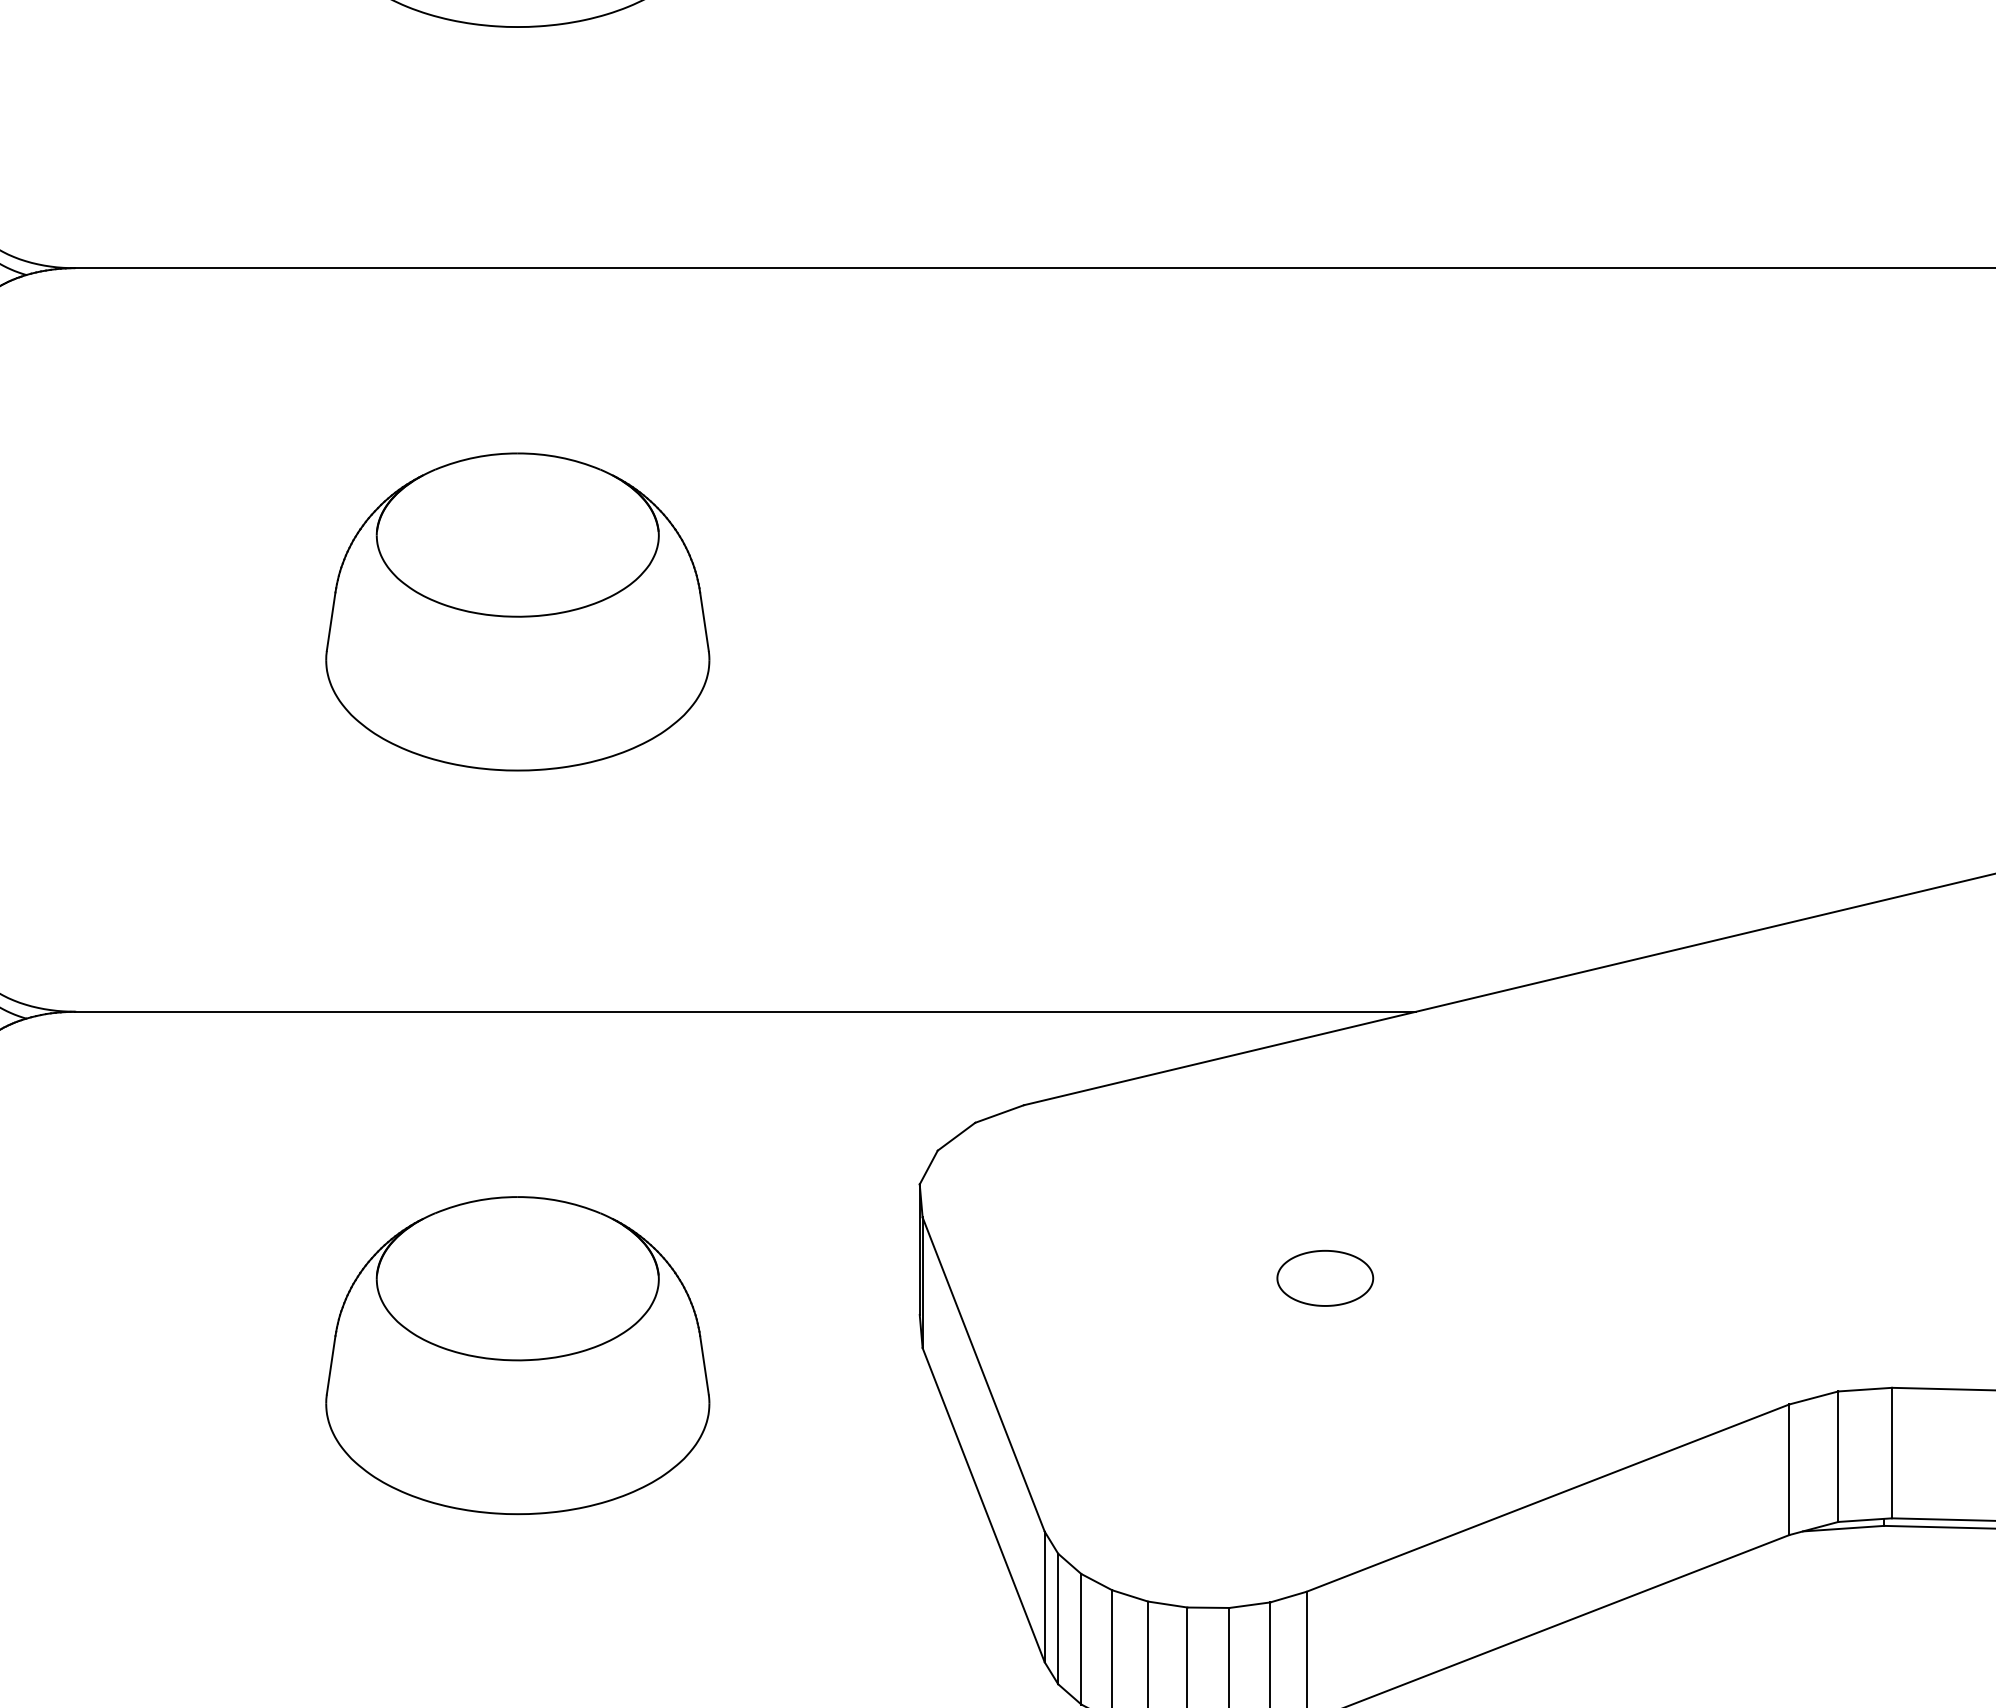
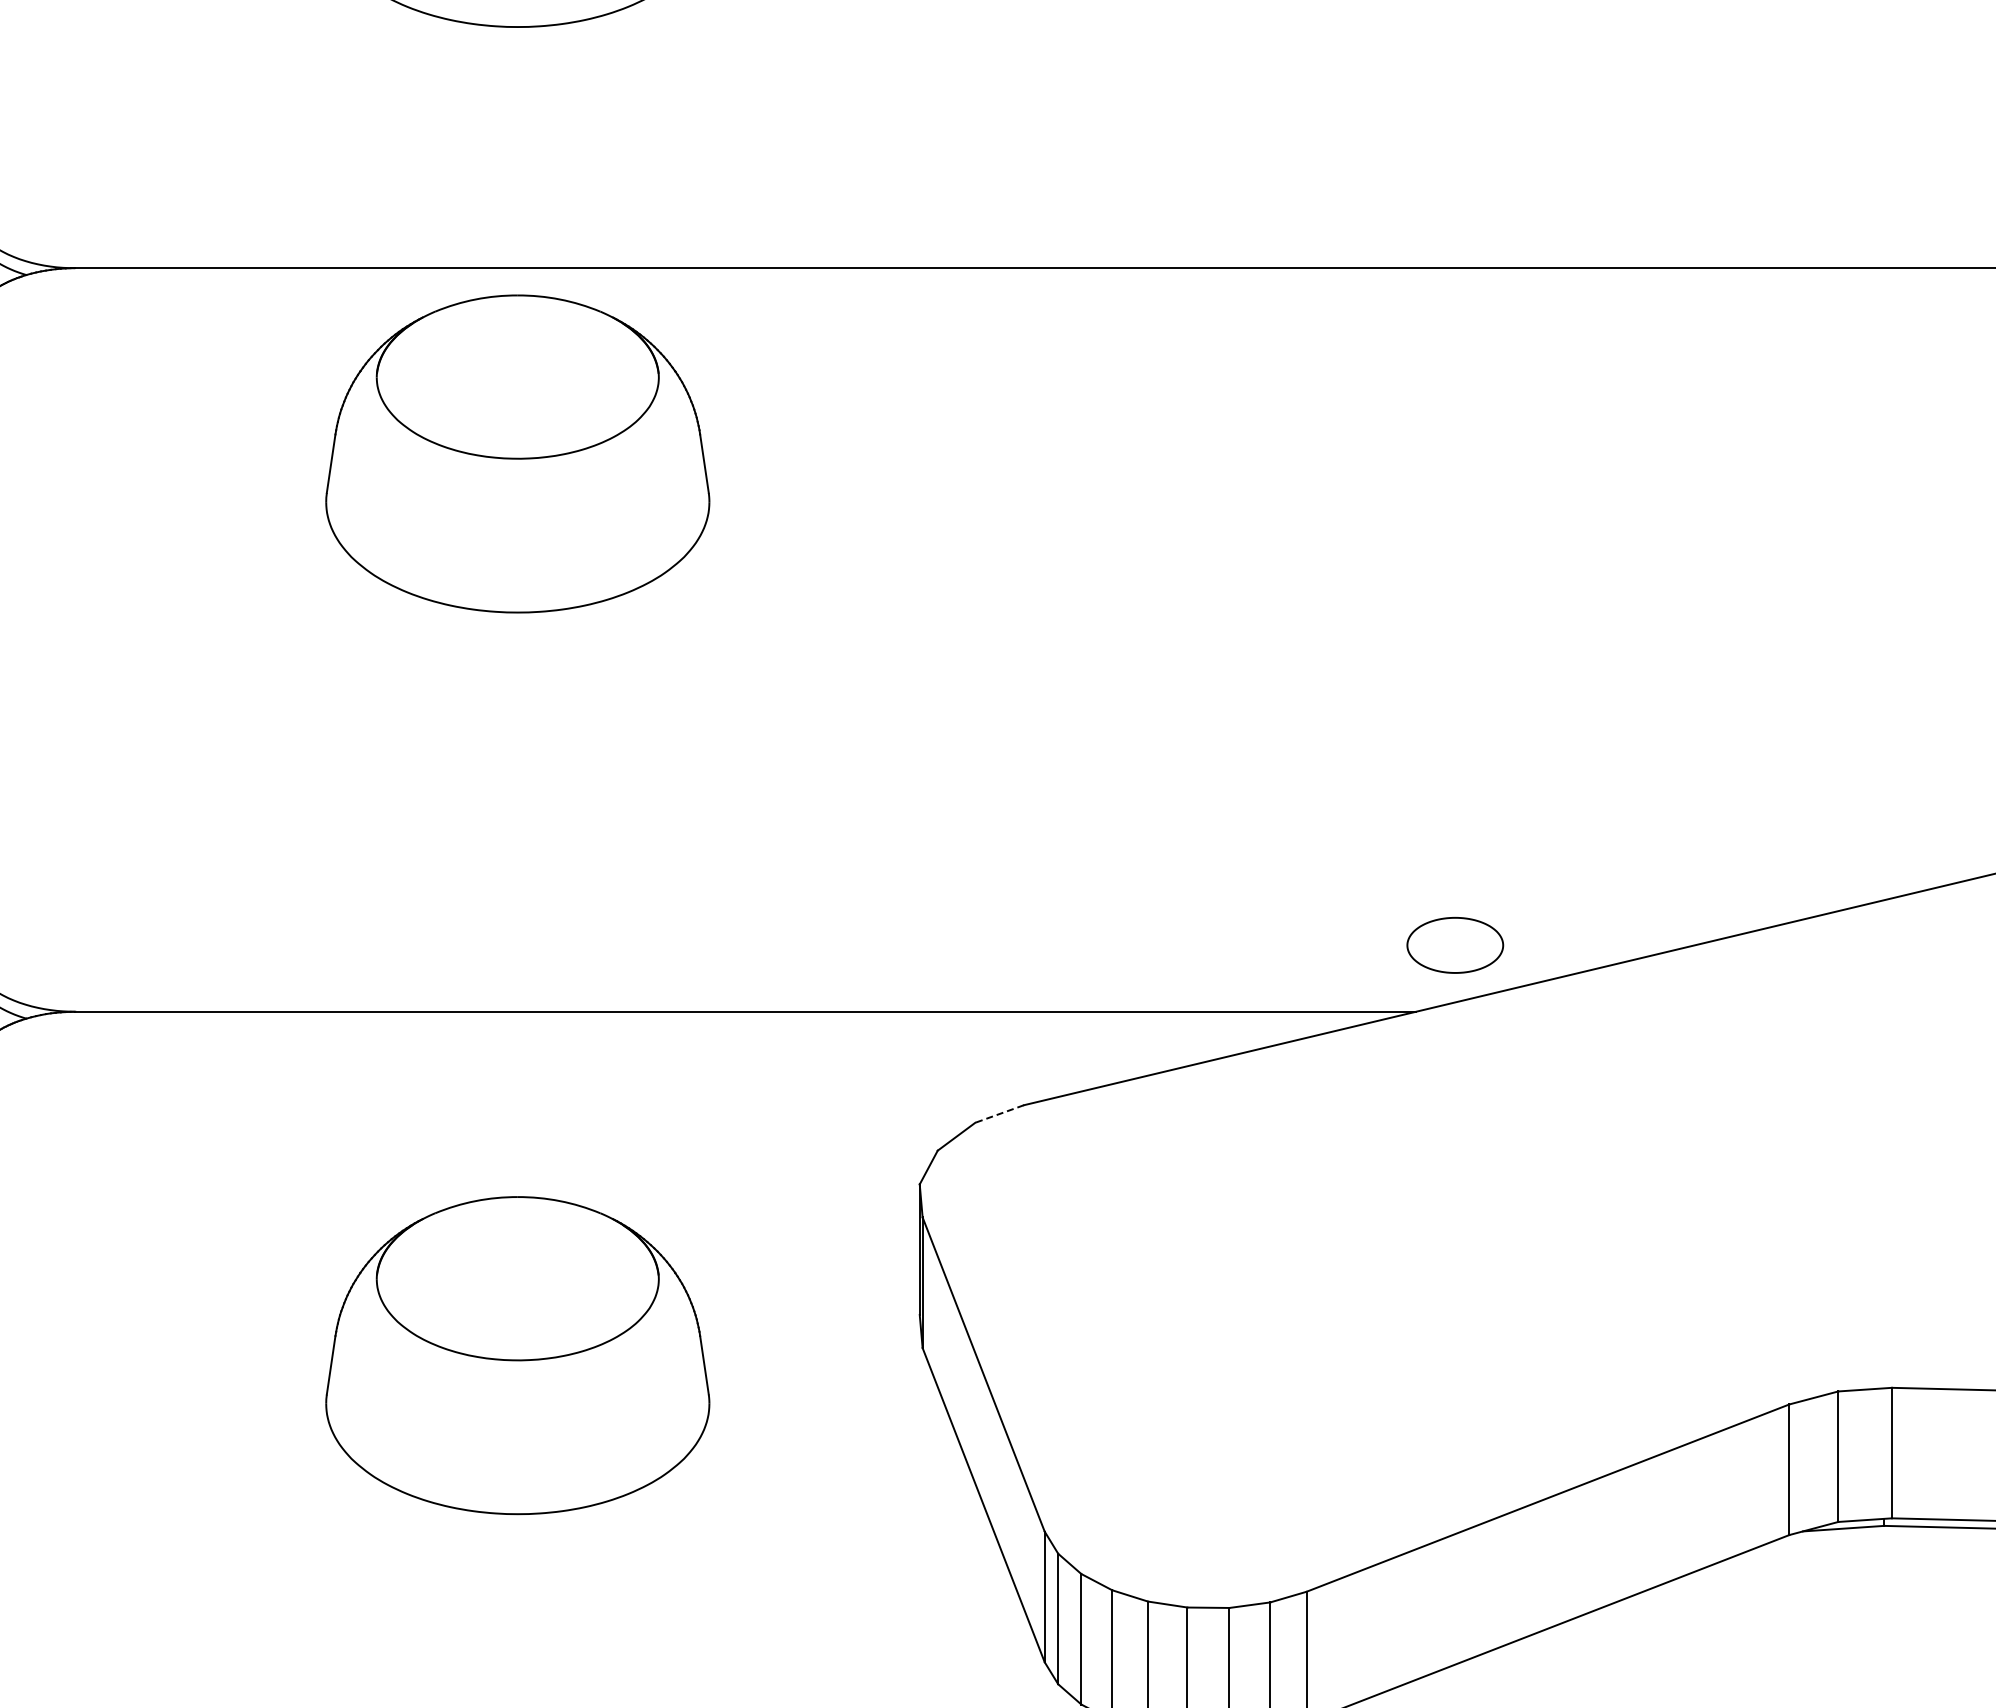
part at (517, 611) position: (517, 611) -> (517, 453)
line at (999, 1114): solid -> dashed
part at (1325, 1278) position: (1325, 1278) -> (1455, 945)
